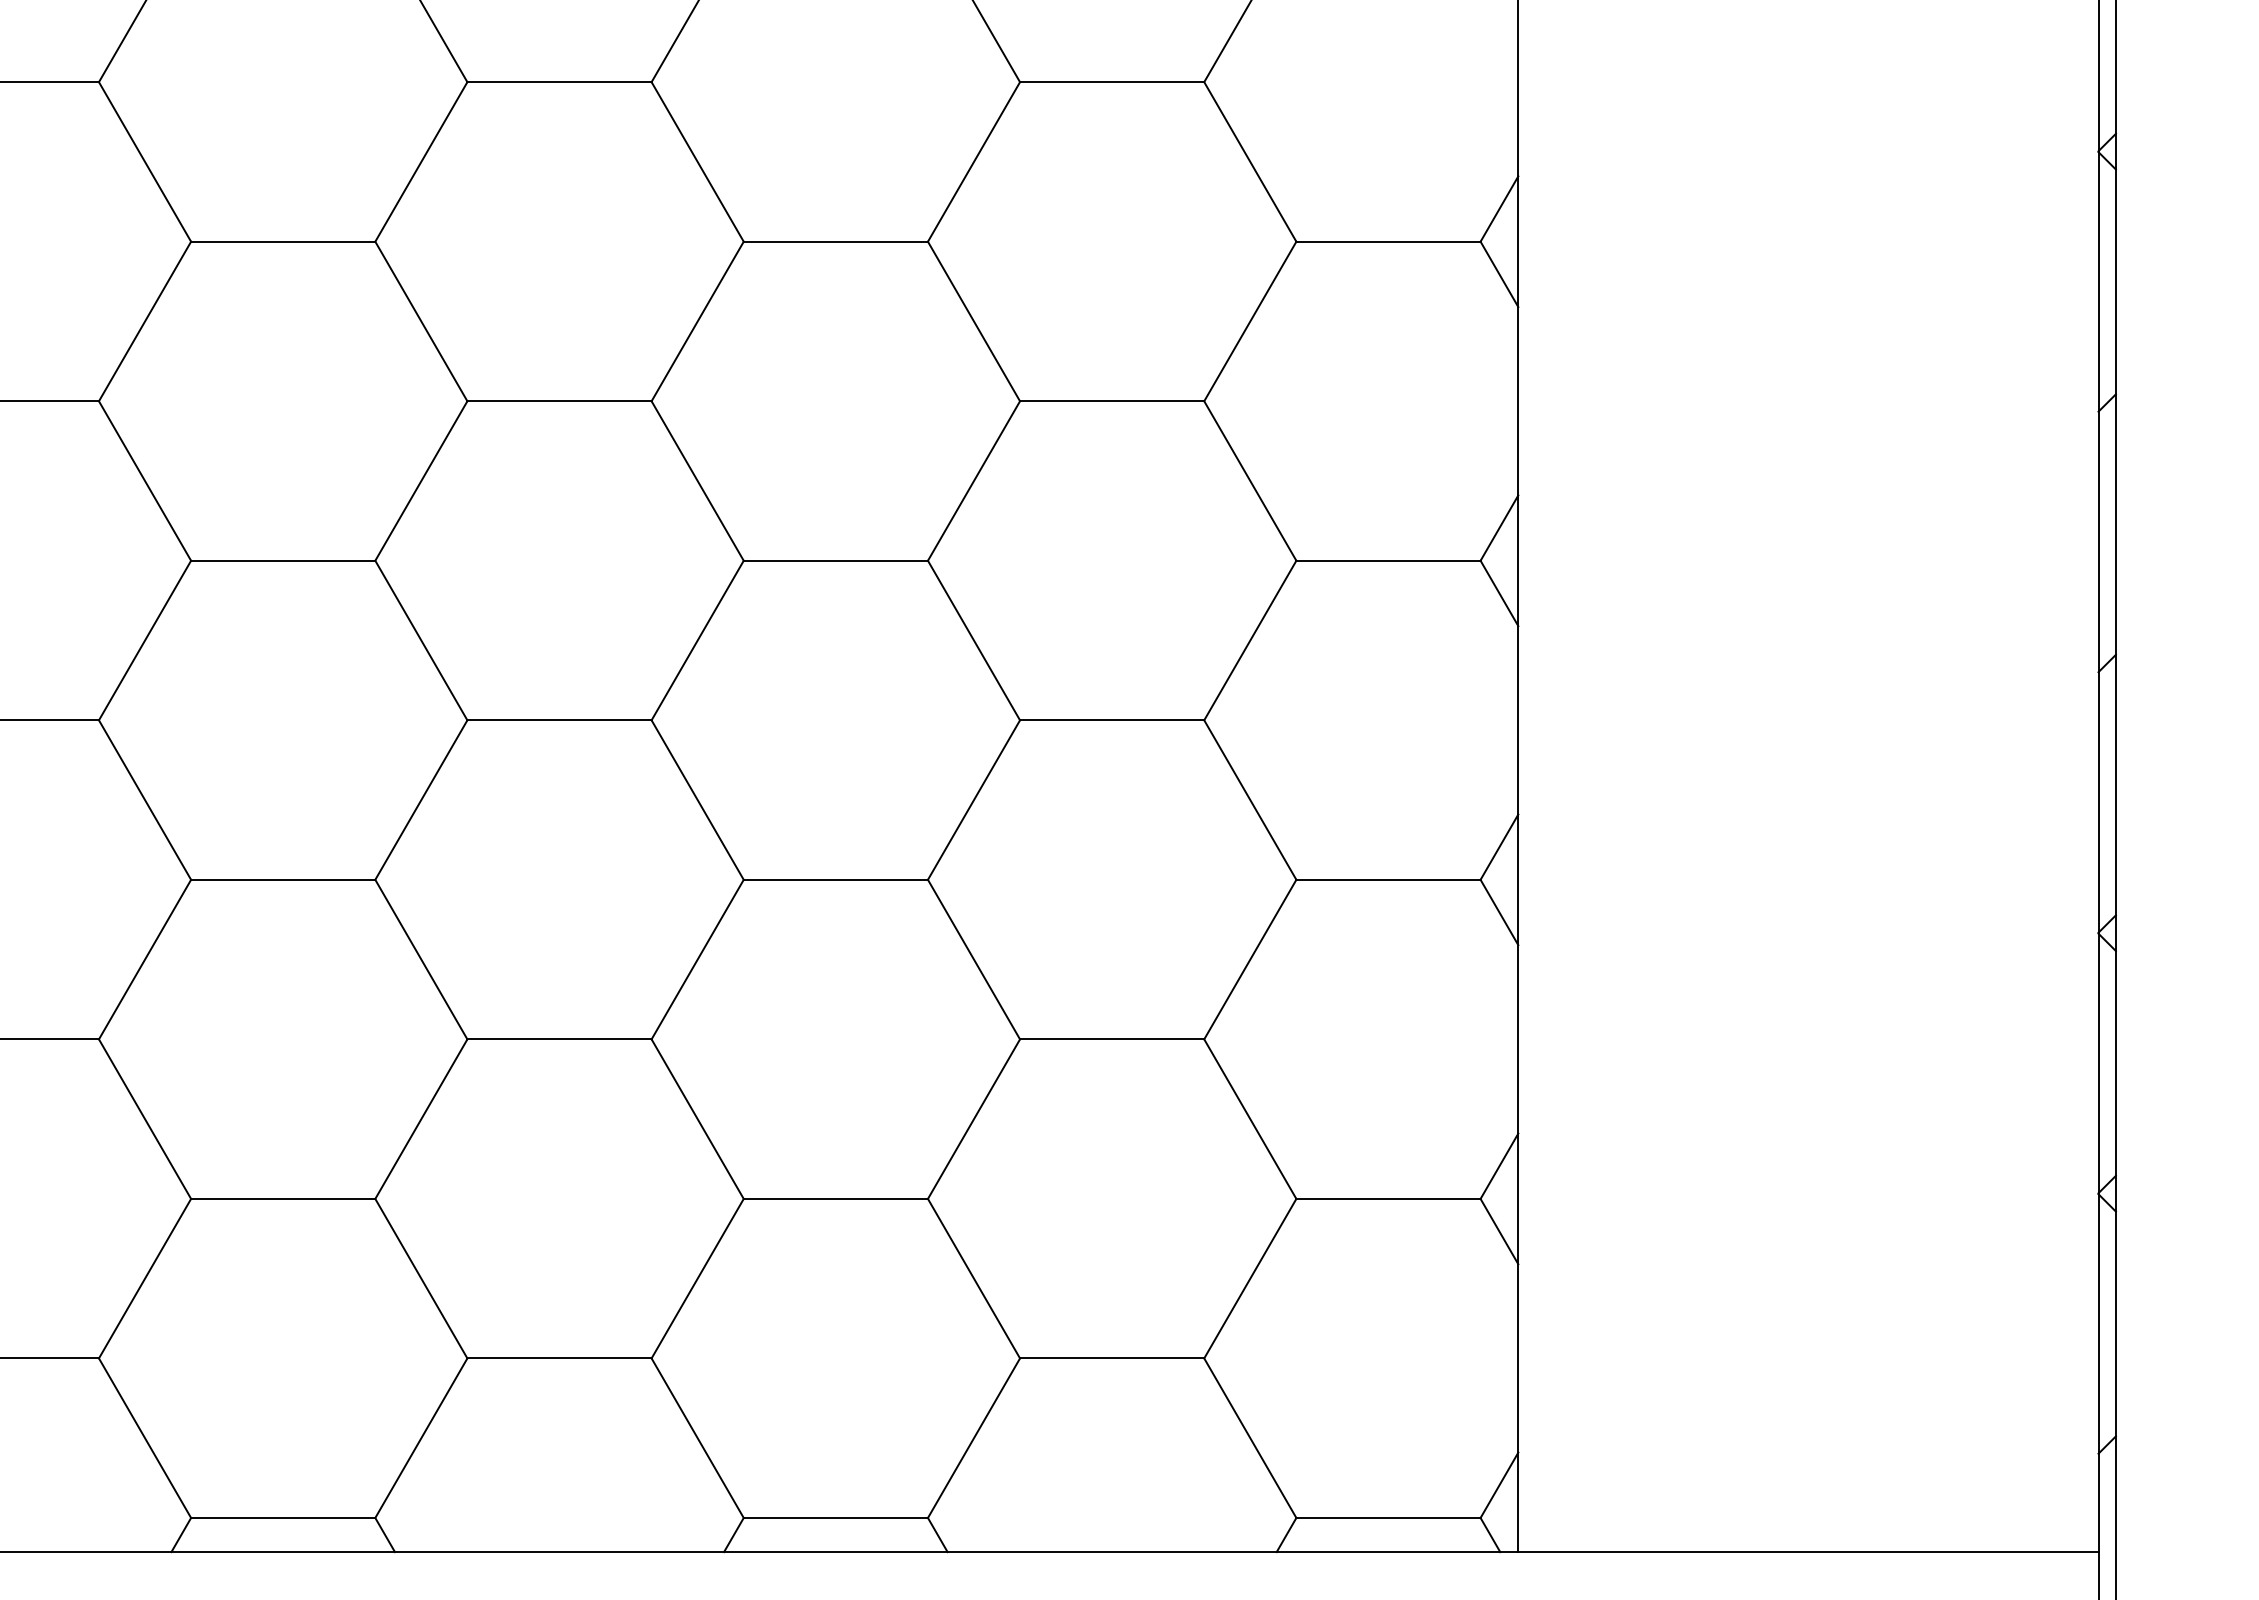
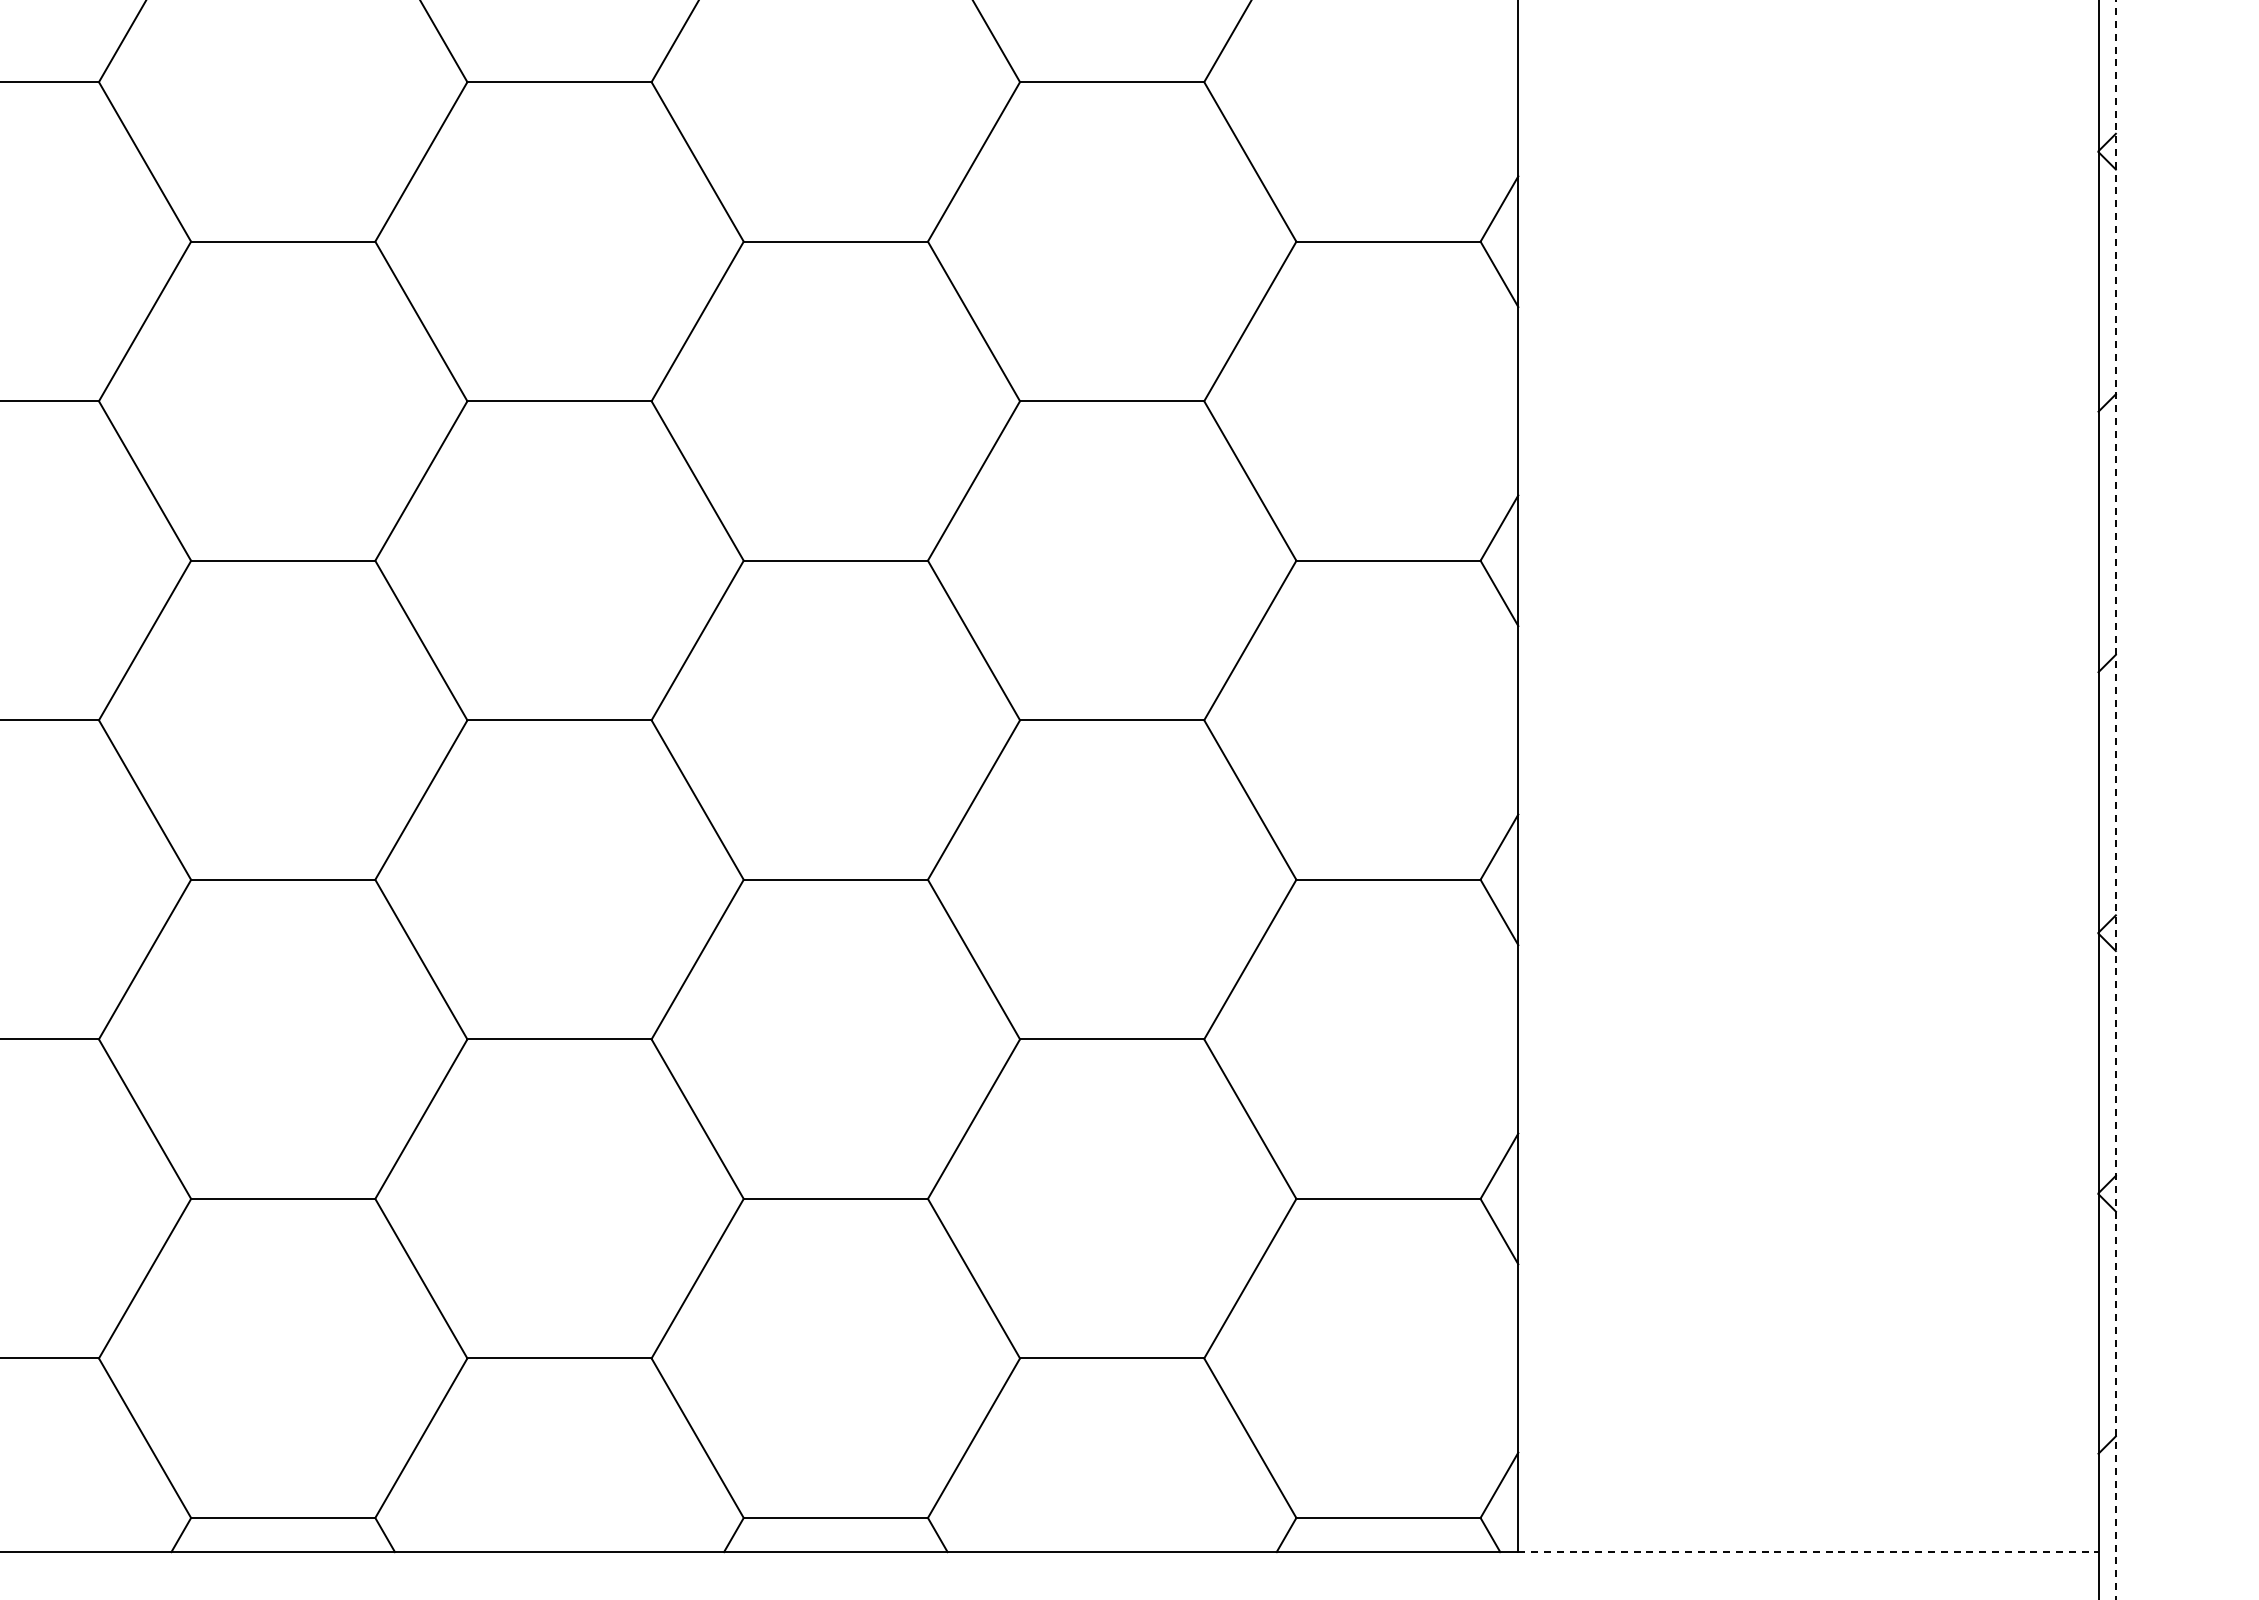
line at (2115, 800): solid -> dashed
line at (1808, 1552): solid -> dashed
